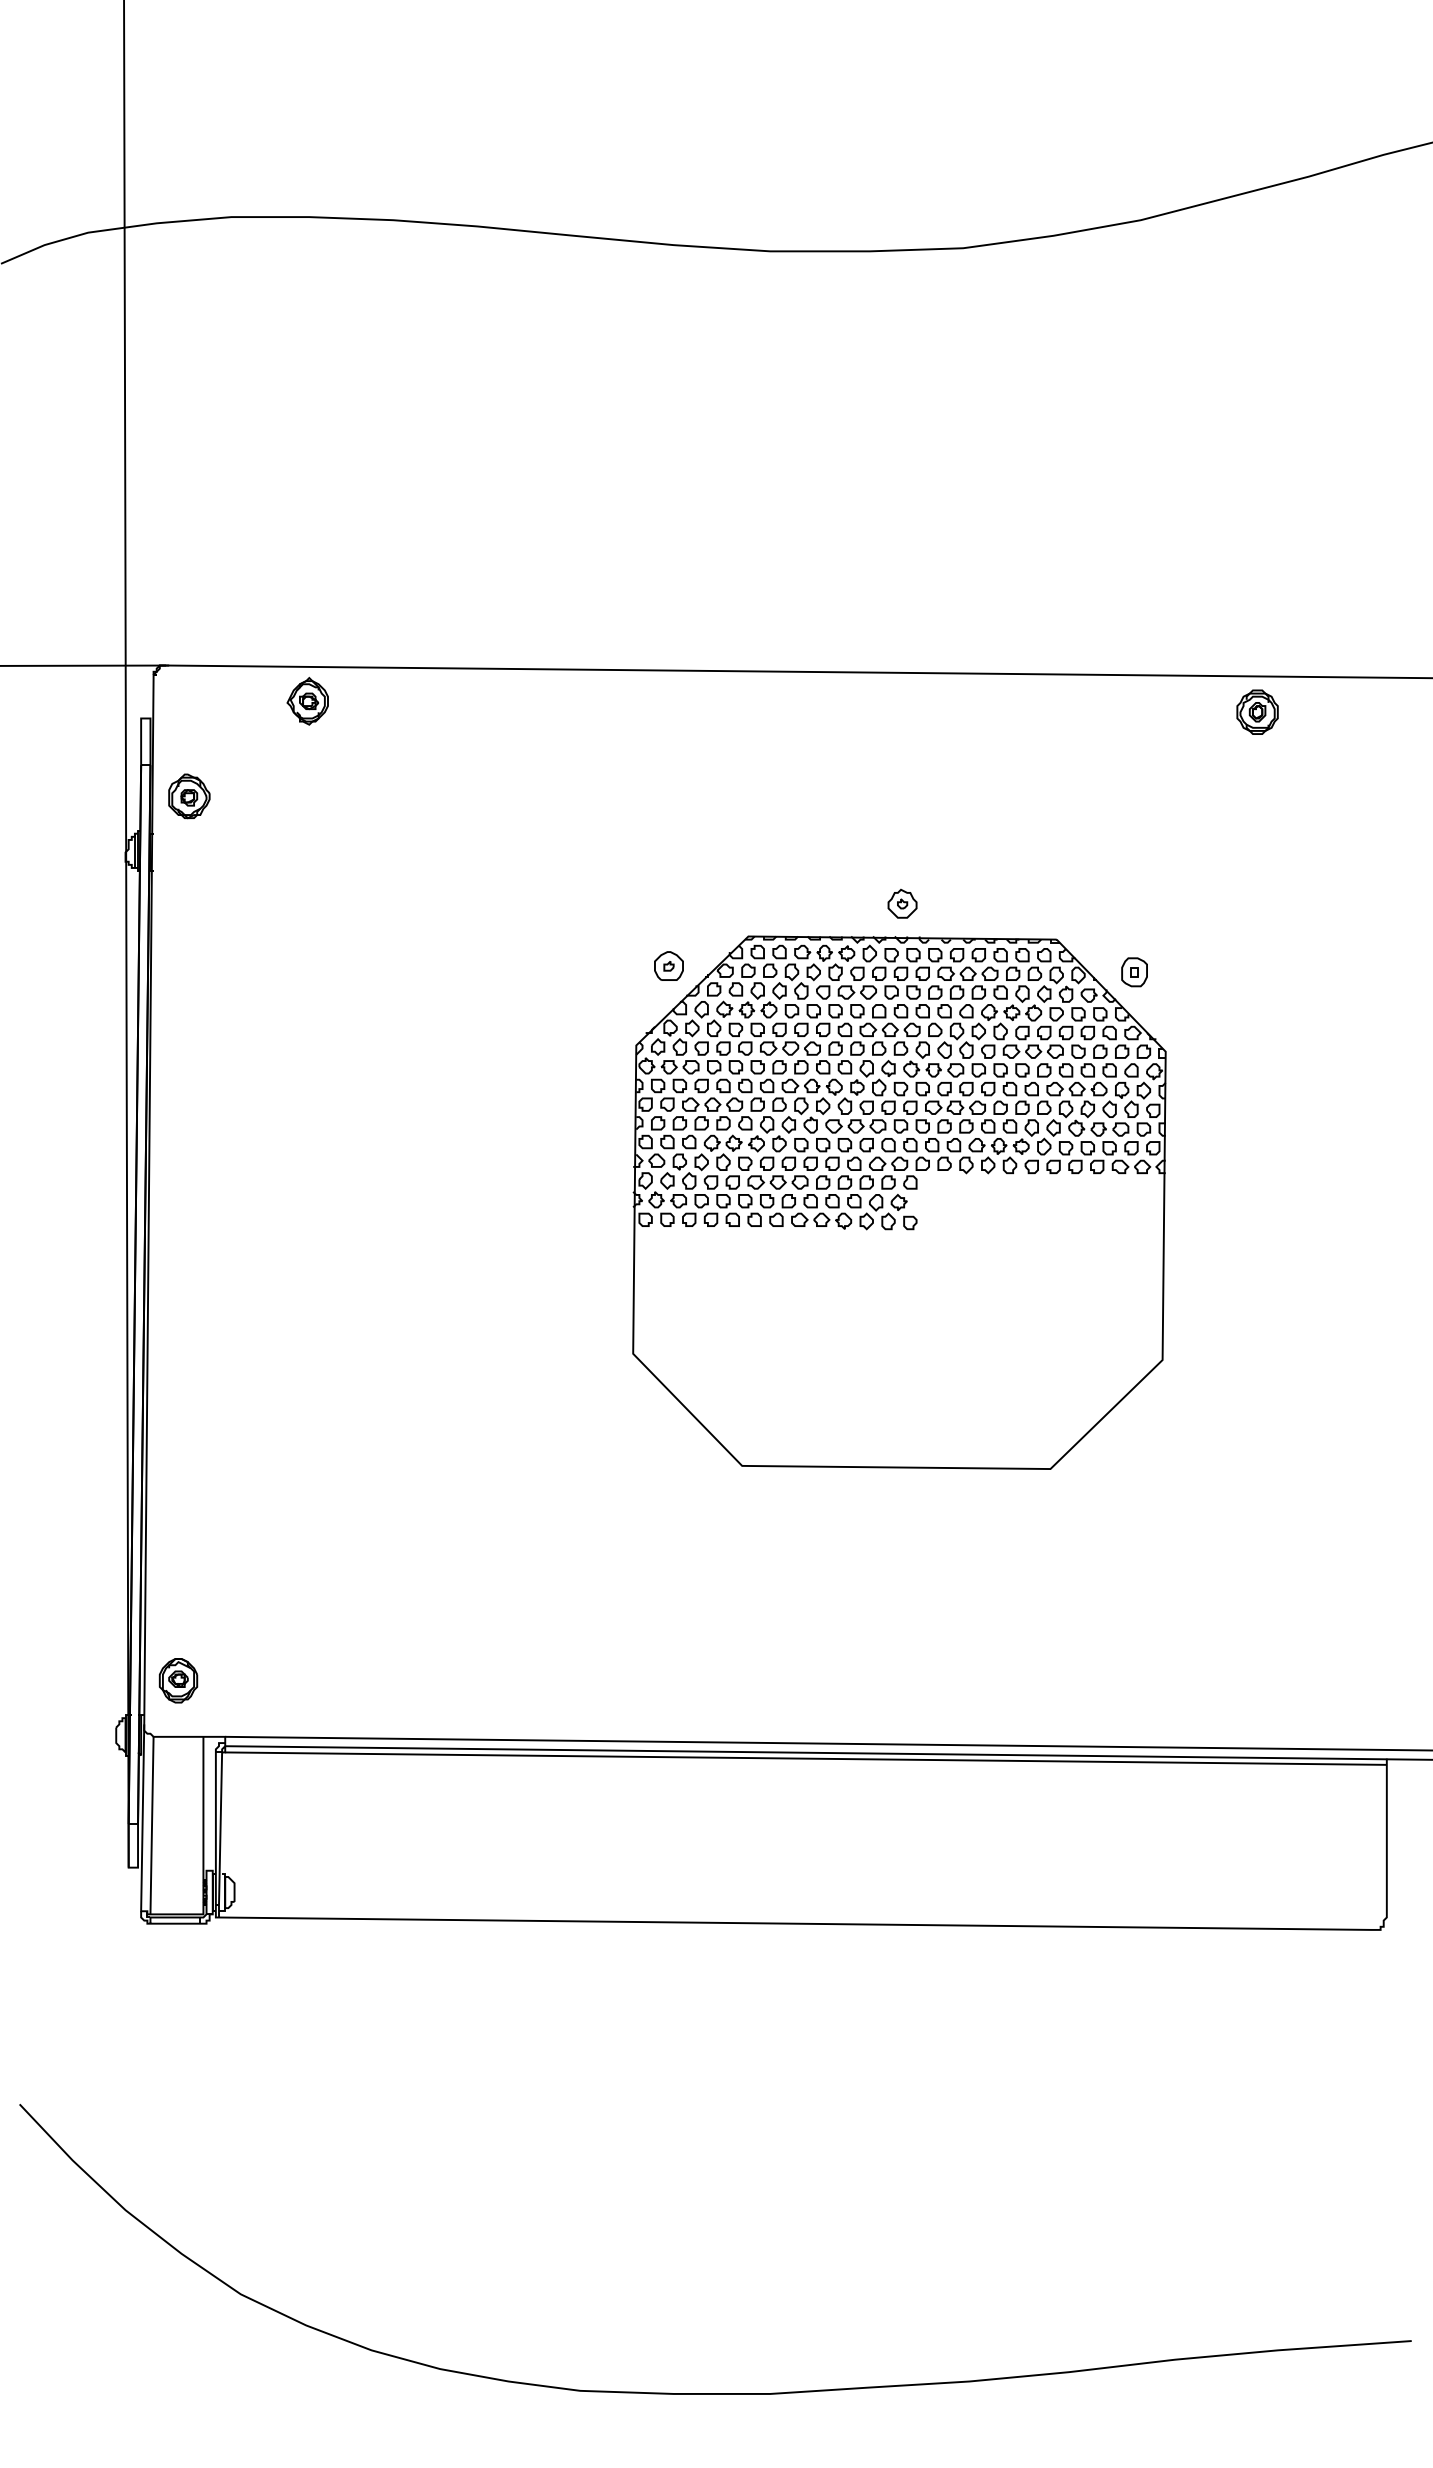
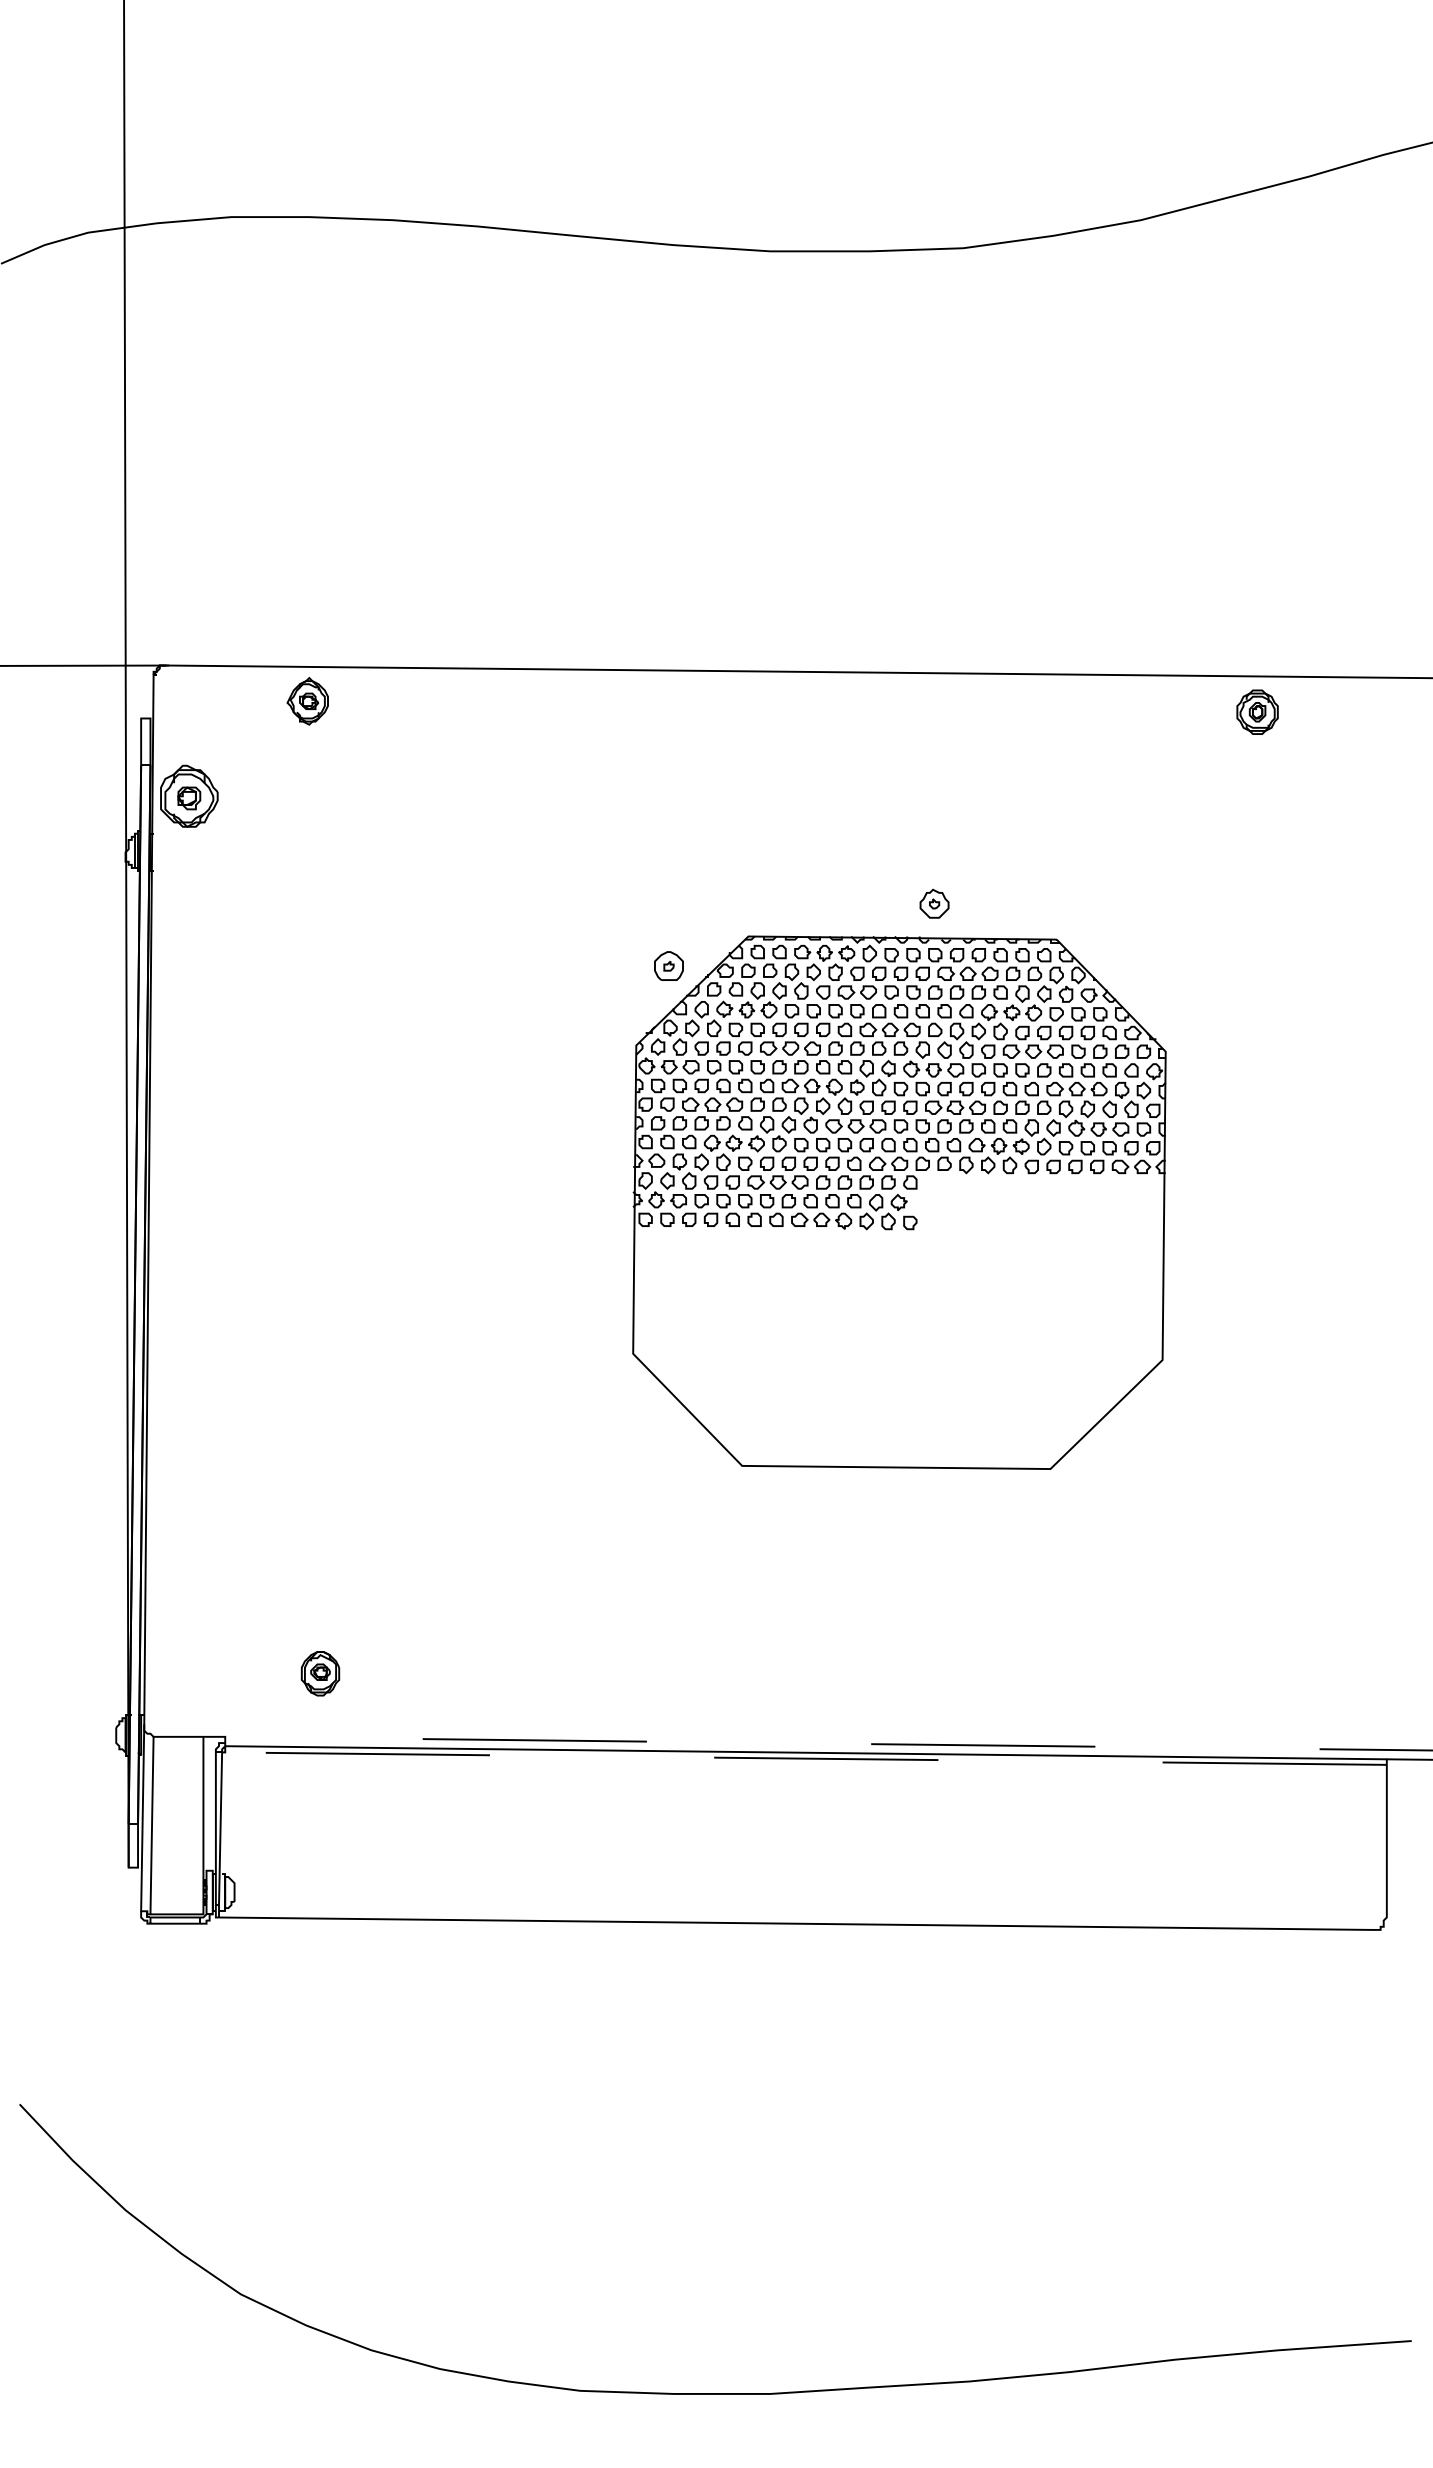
part at (189, 796) size: 43x47 px -> 59x64 px
part at (902, 903) position: (902, 903) -> (934, 903)
part at (1134, 972): present -> none
part at (178, 1680) position: (178, 1680) -> (320, 1673)
line at (828, 1743): solid -> dashed
line at (806, 1758): solid -> dashed
